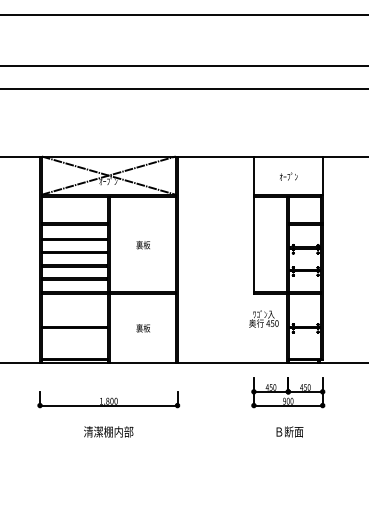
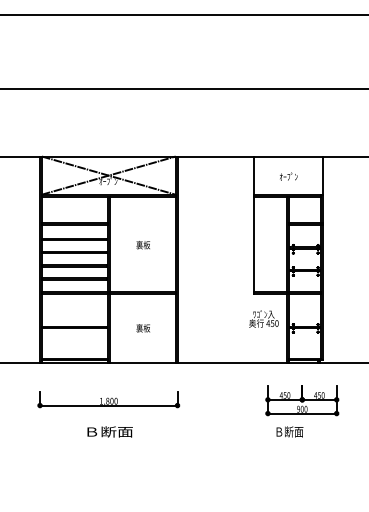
line at (183, 66): present -> none
part at (288, 392) position: (288, 392) -> (302, 400)
text at (108, 431): 清潔棚内部 -> Ｂ断面
